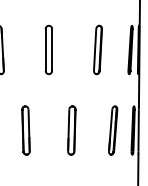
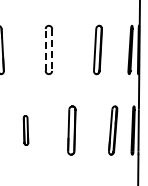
line at (45, 49): solid -> dashed
line at (52, 49): solid -> dashed
part at (25, 130) size: 10x51 px -> 8x31 px
